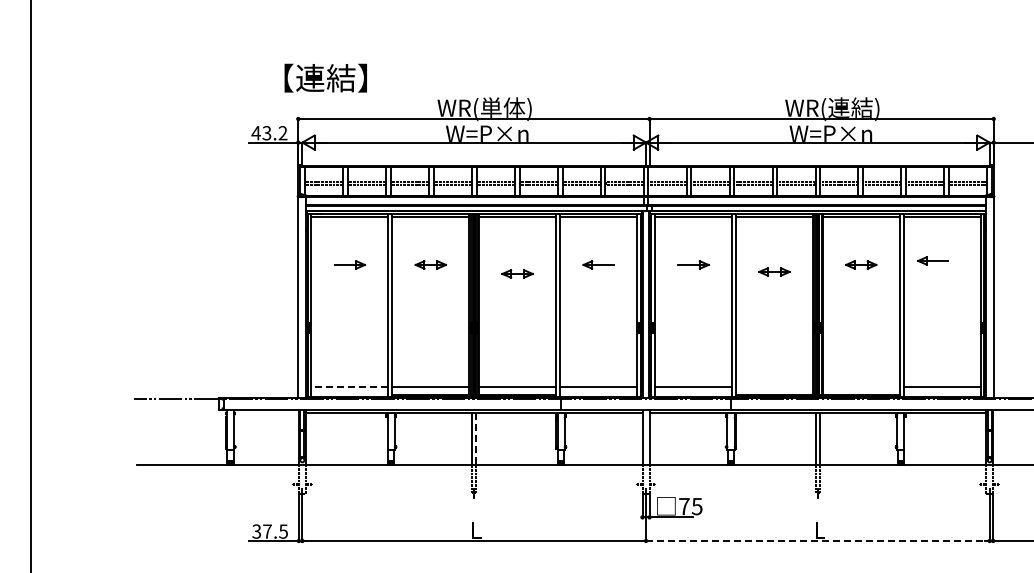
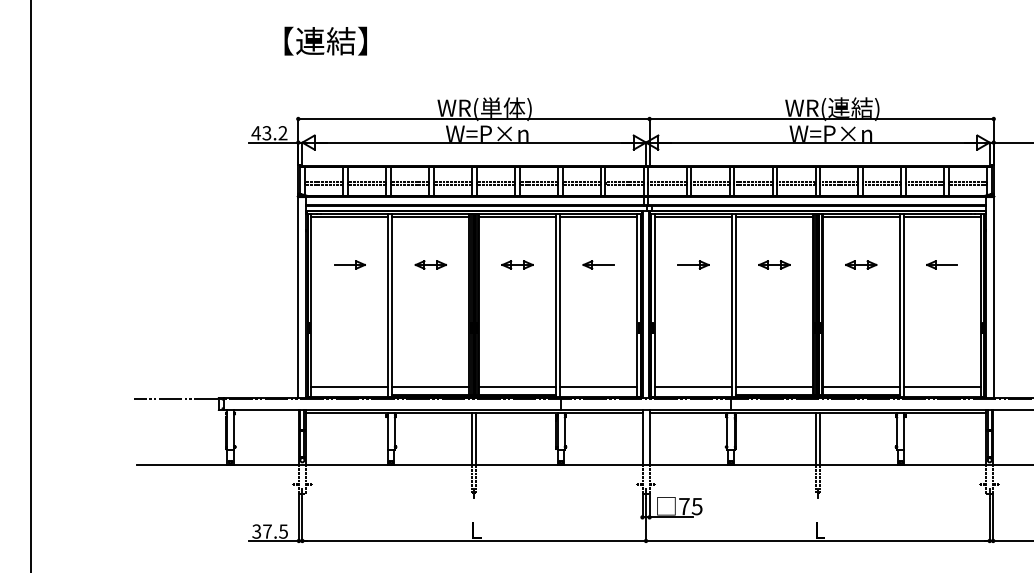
text at (325, 77) position: (325, 77) -> (325, 40)
part at (932, 260) position: (932, 260) -> (941, 264)
part at (774, 271) position: (774, 271) -> (774, 264)
part at (517, 273) position: (517, 273) -> (517, 264)
line at (349, 386): dashed -> solid
line at (774, 386): none -> present
line at (860, 386): none -> present
line at (476, 439): dashed -> solid
line at (817, 540): dashed -> solid
